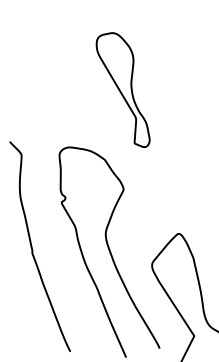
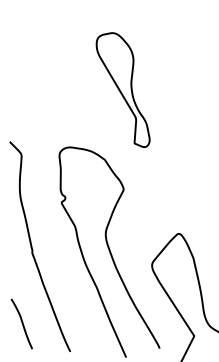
curve at (21, 323): none -> present
